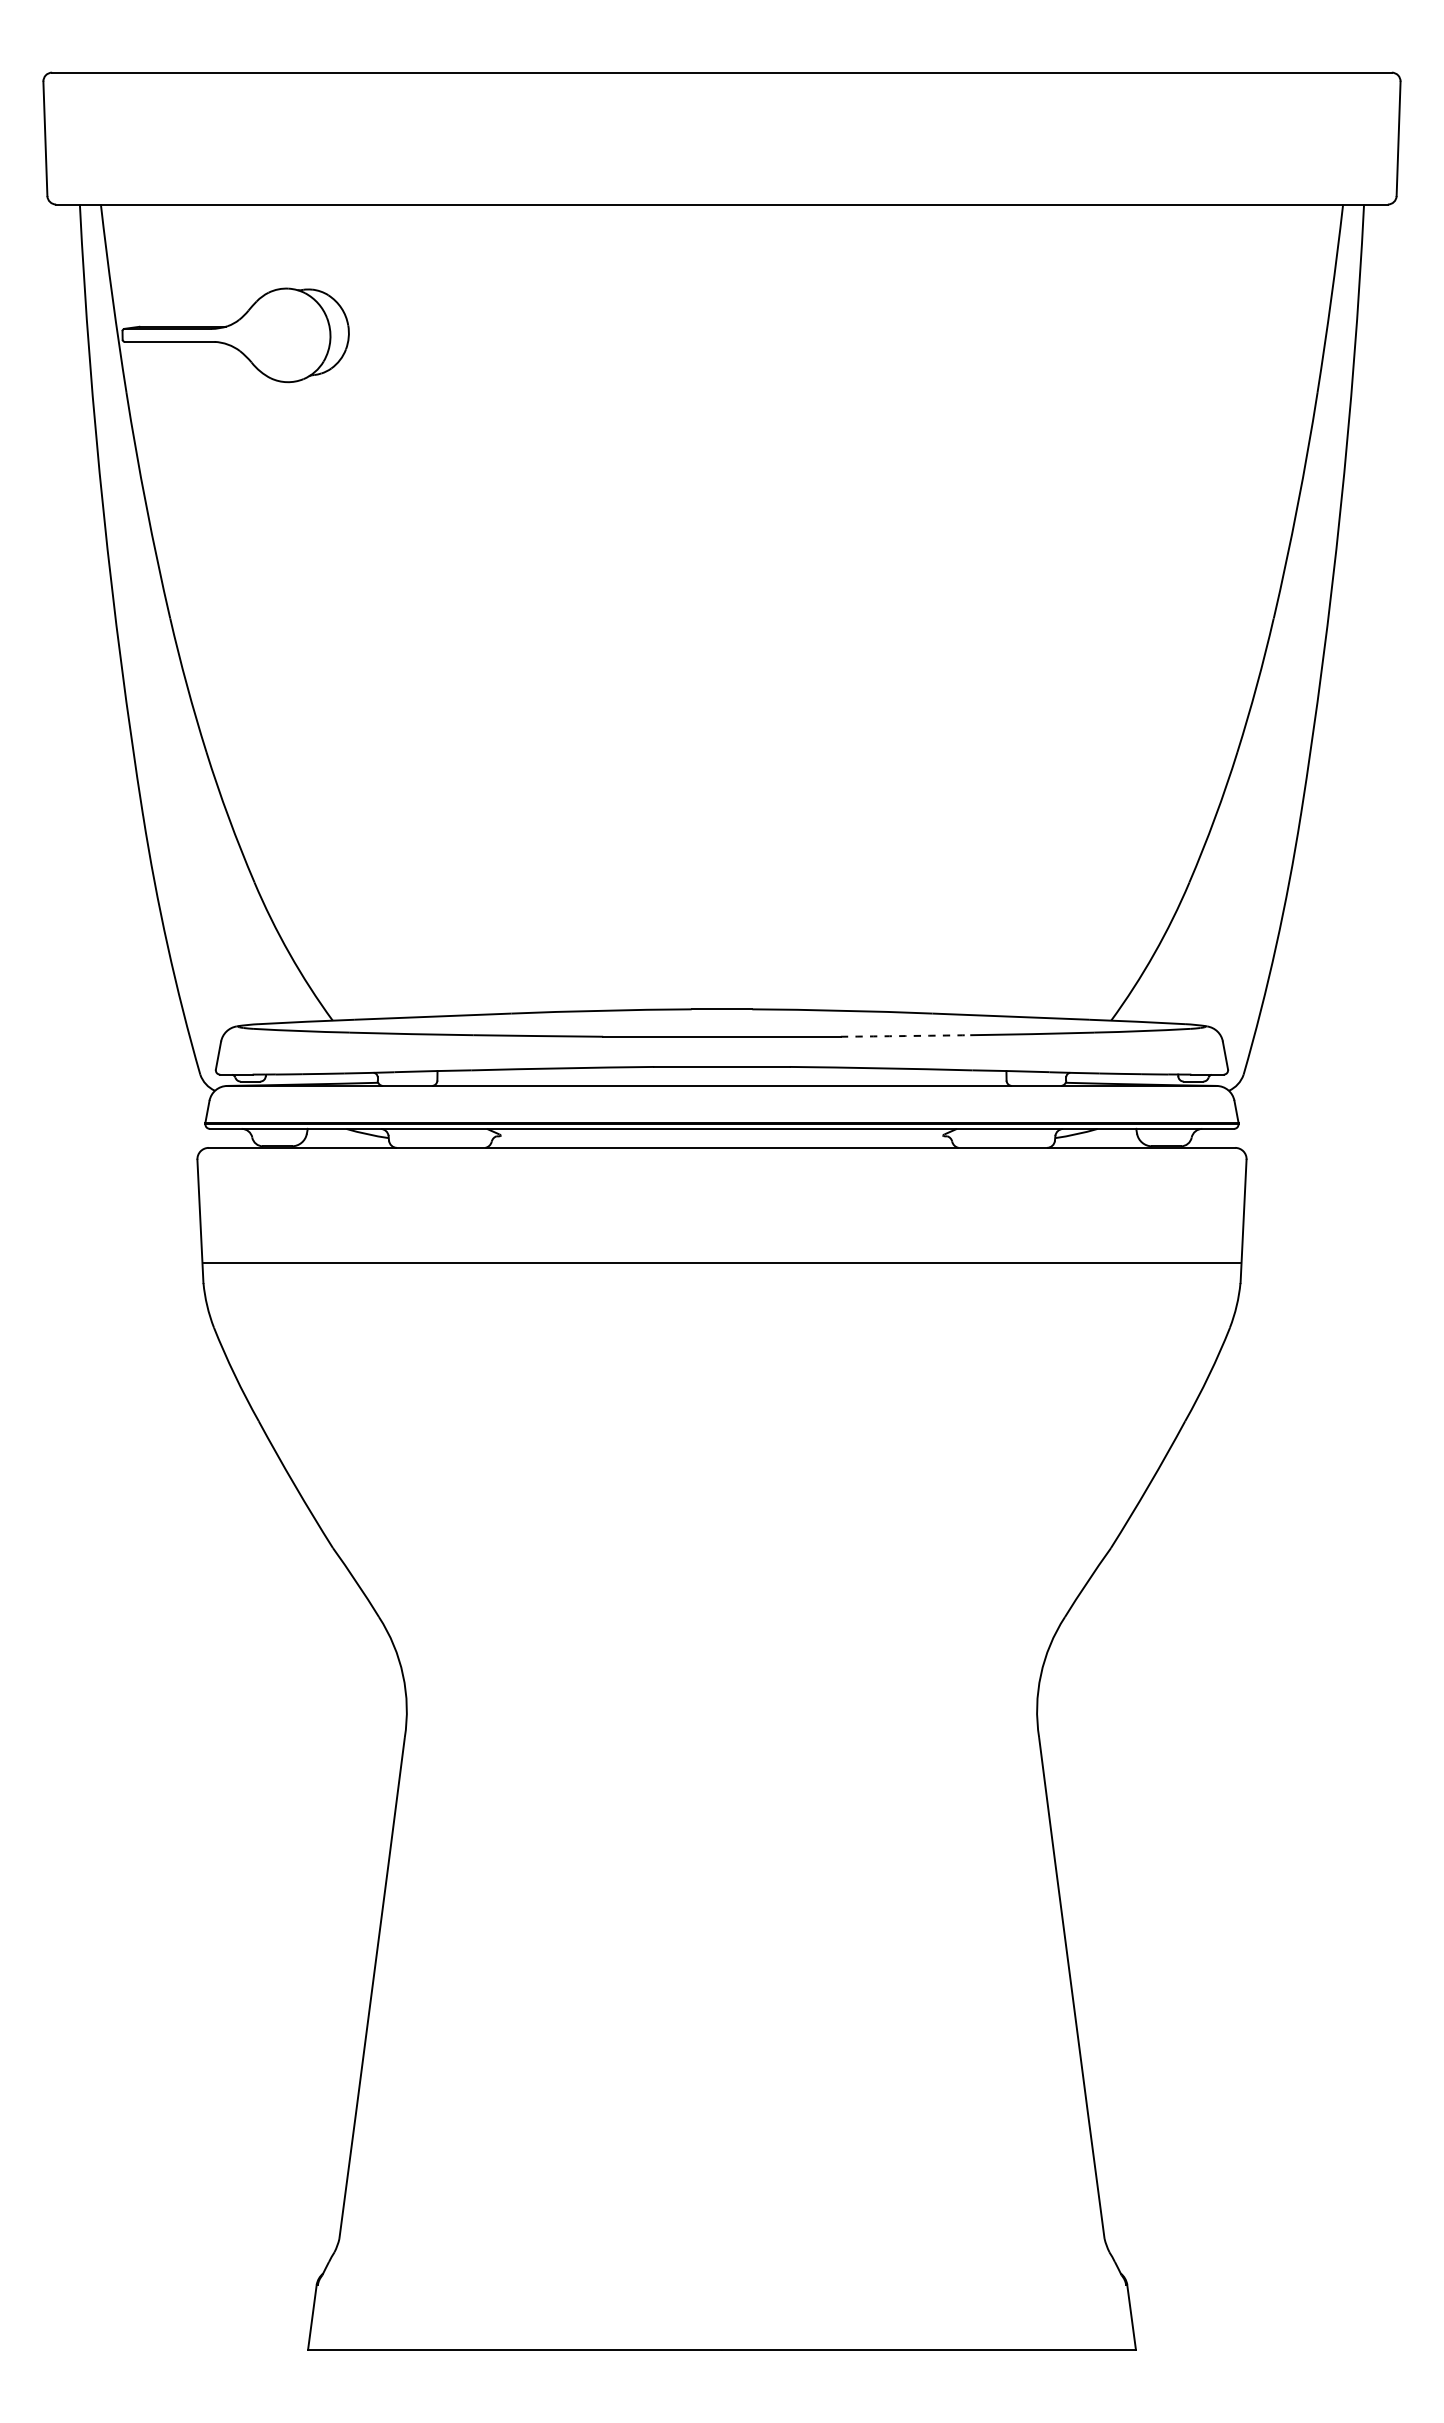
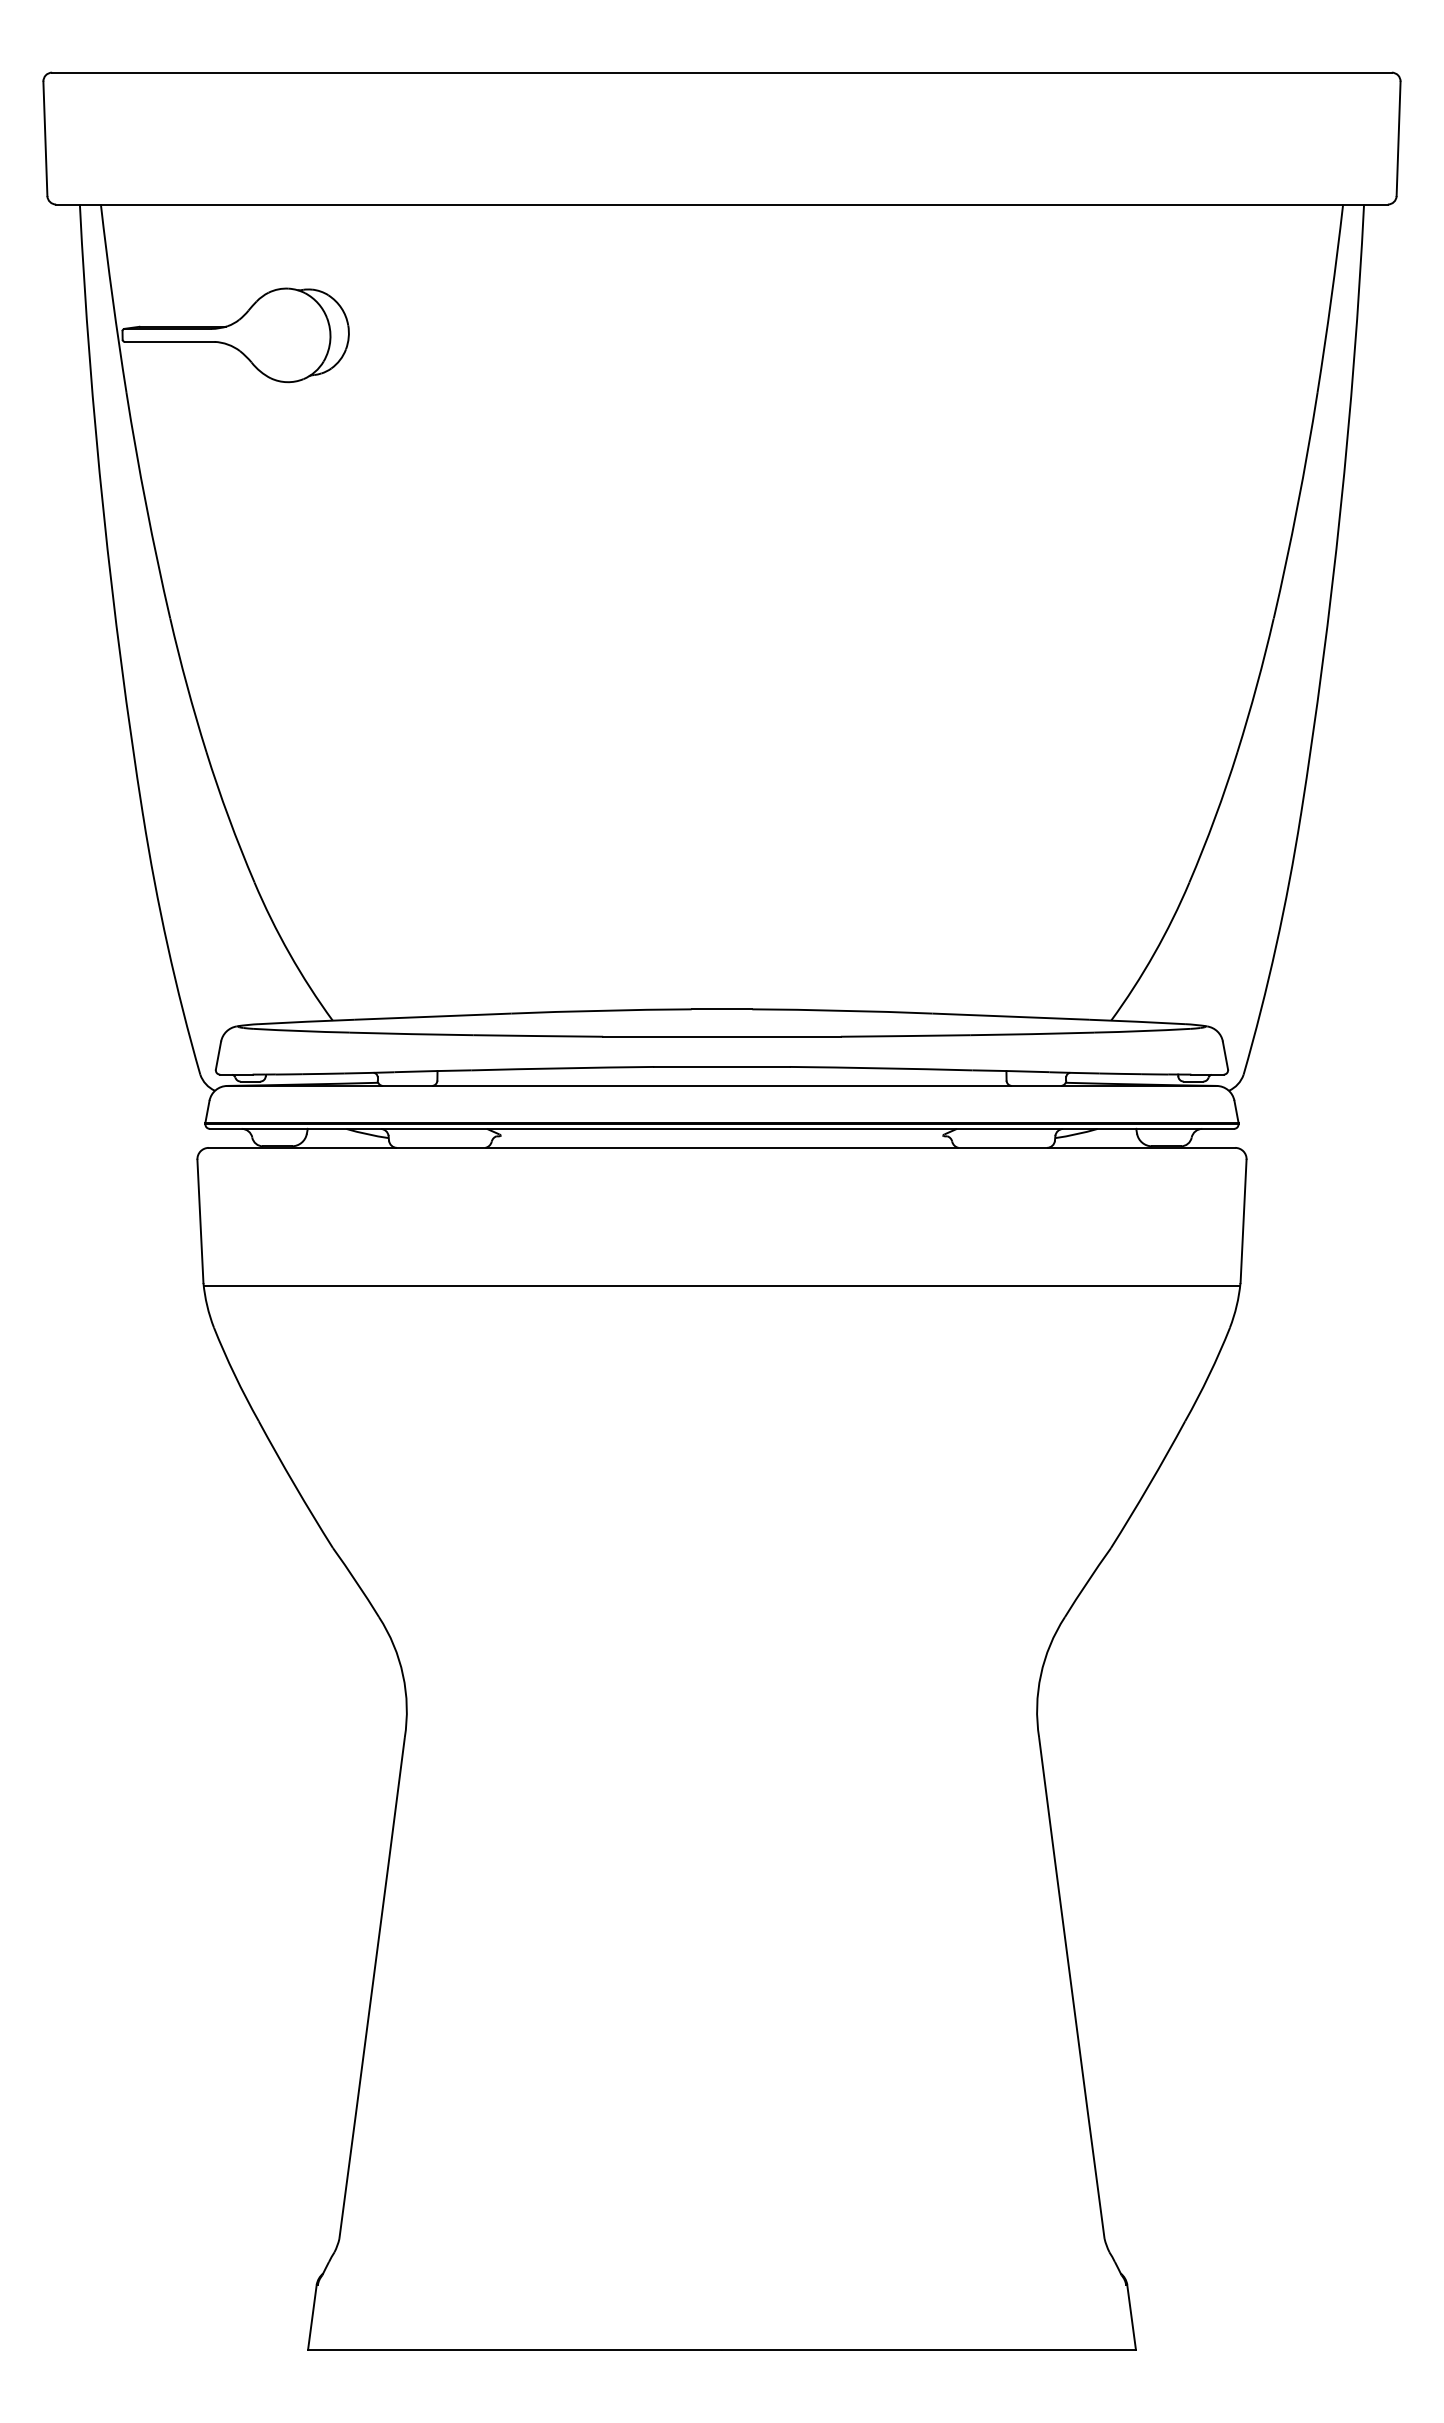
arc at (905, 1036): dashed -> solid
line at (721, 1263) position: (721, 1263) -> (721, 1286)
